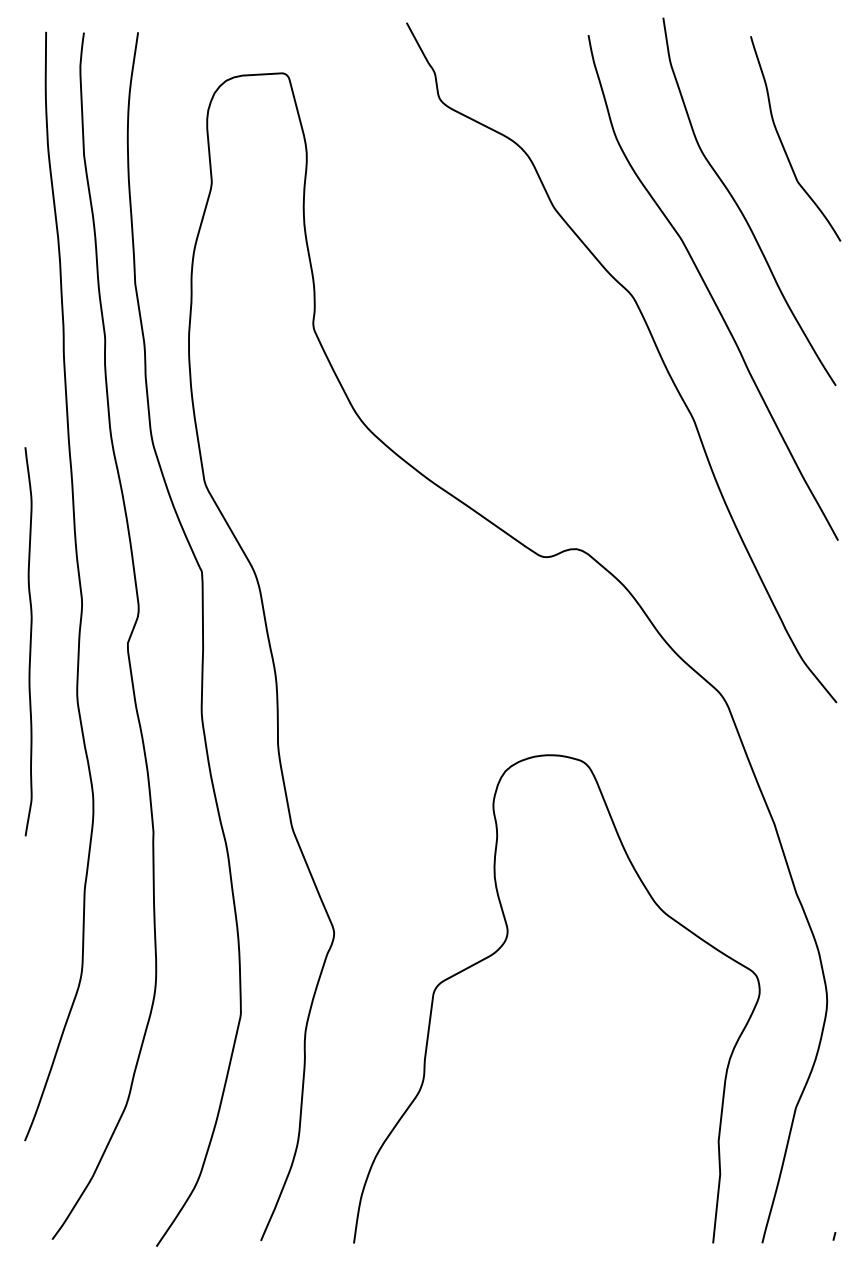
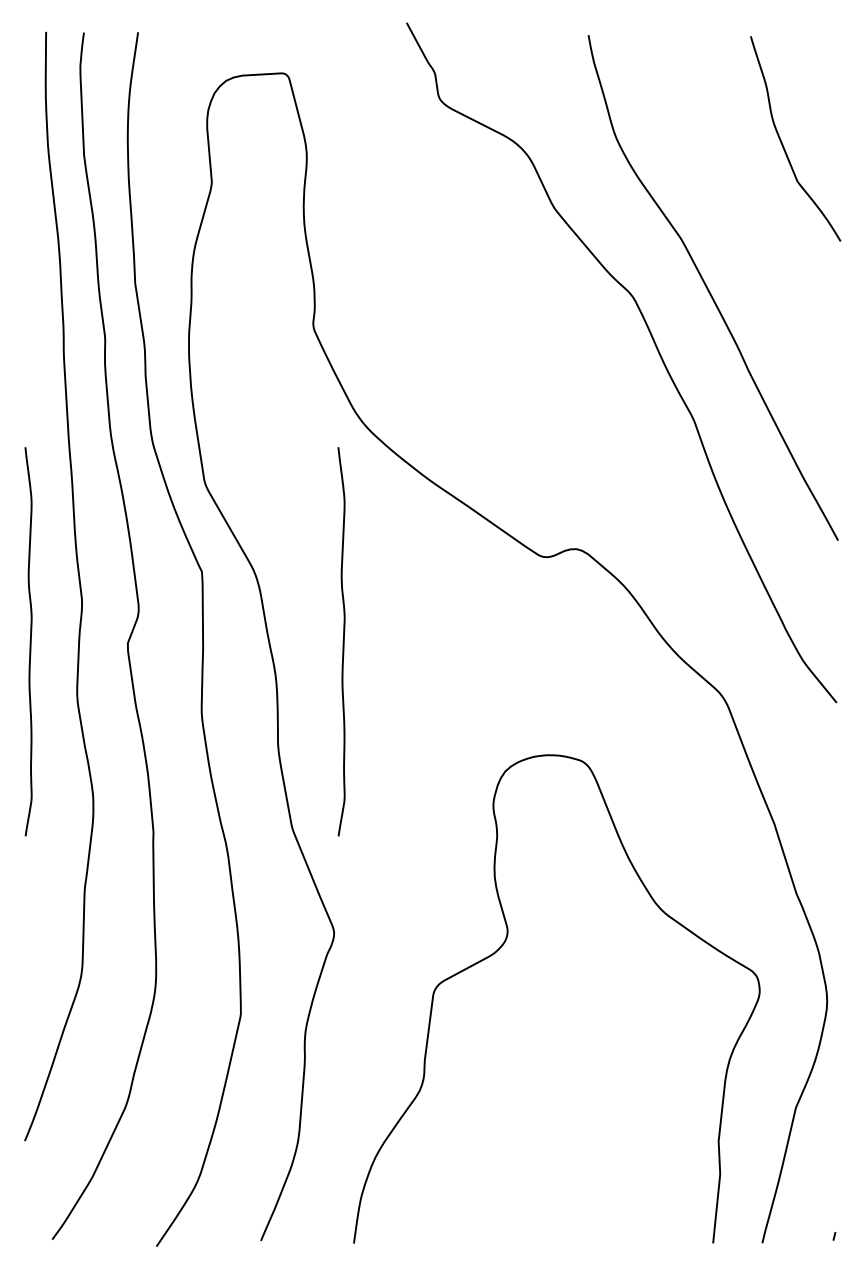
curve at (739, 206): present -> none
curve at (342, 641): none -> present
